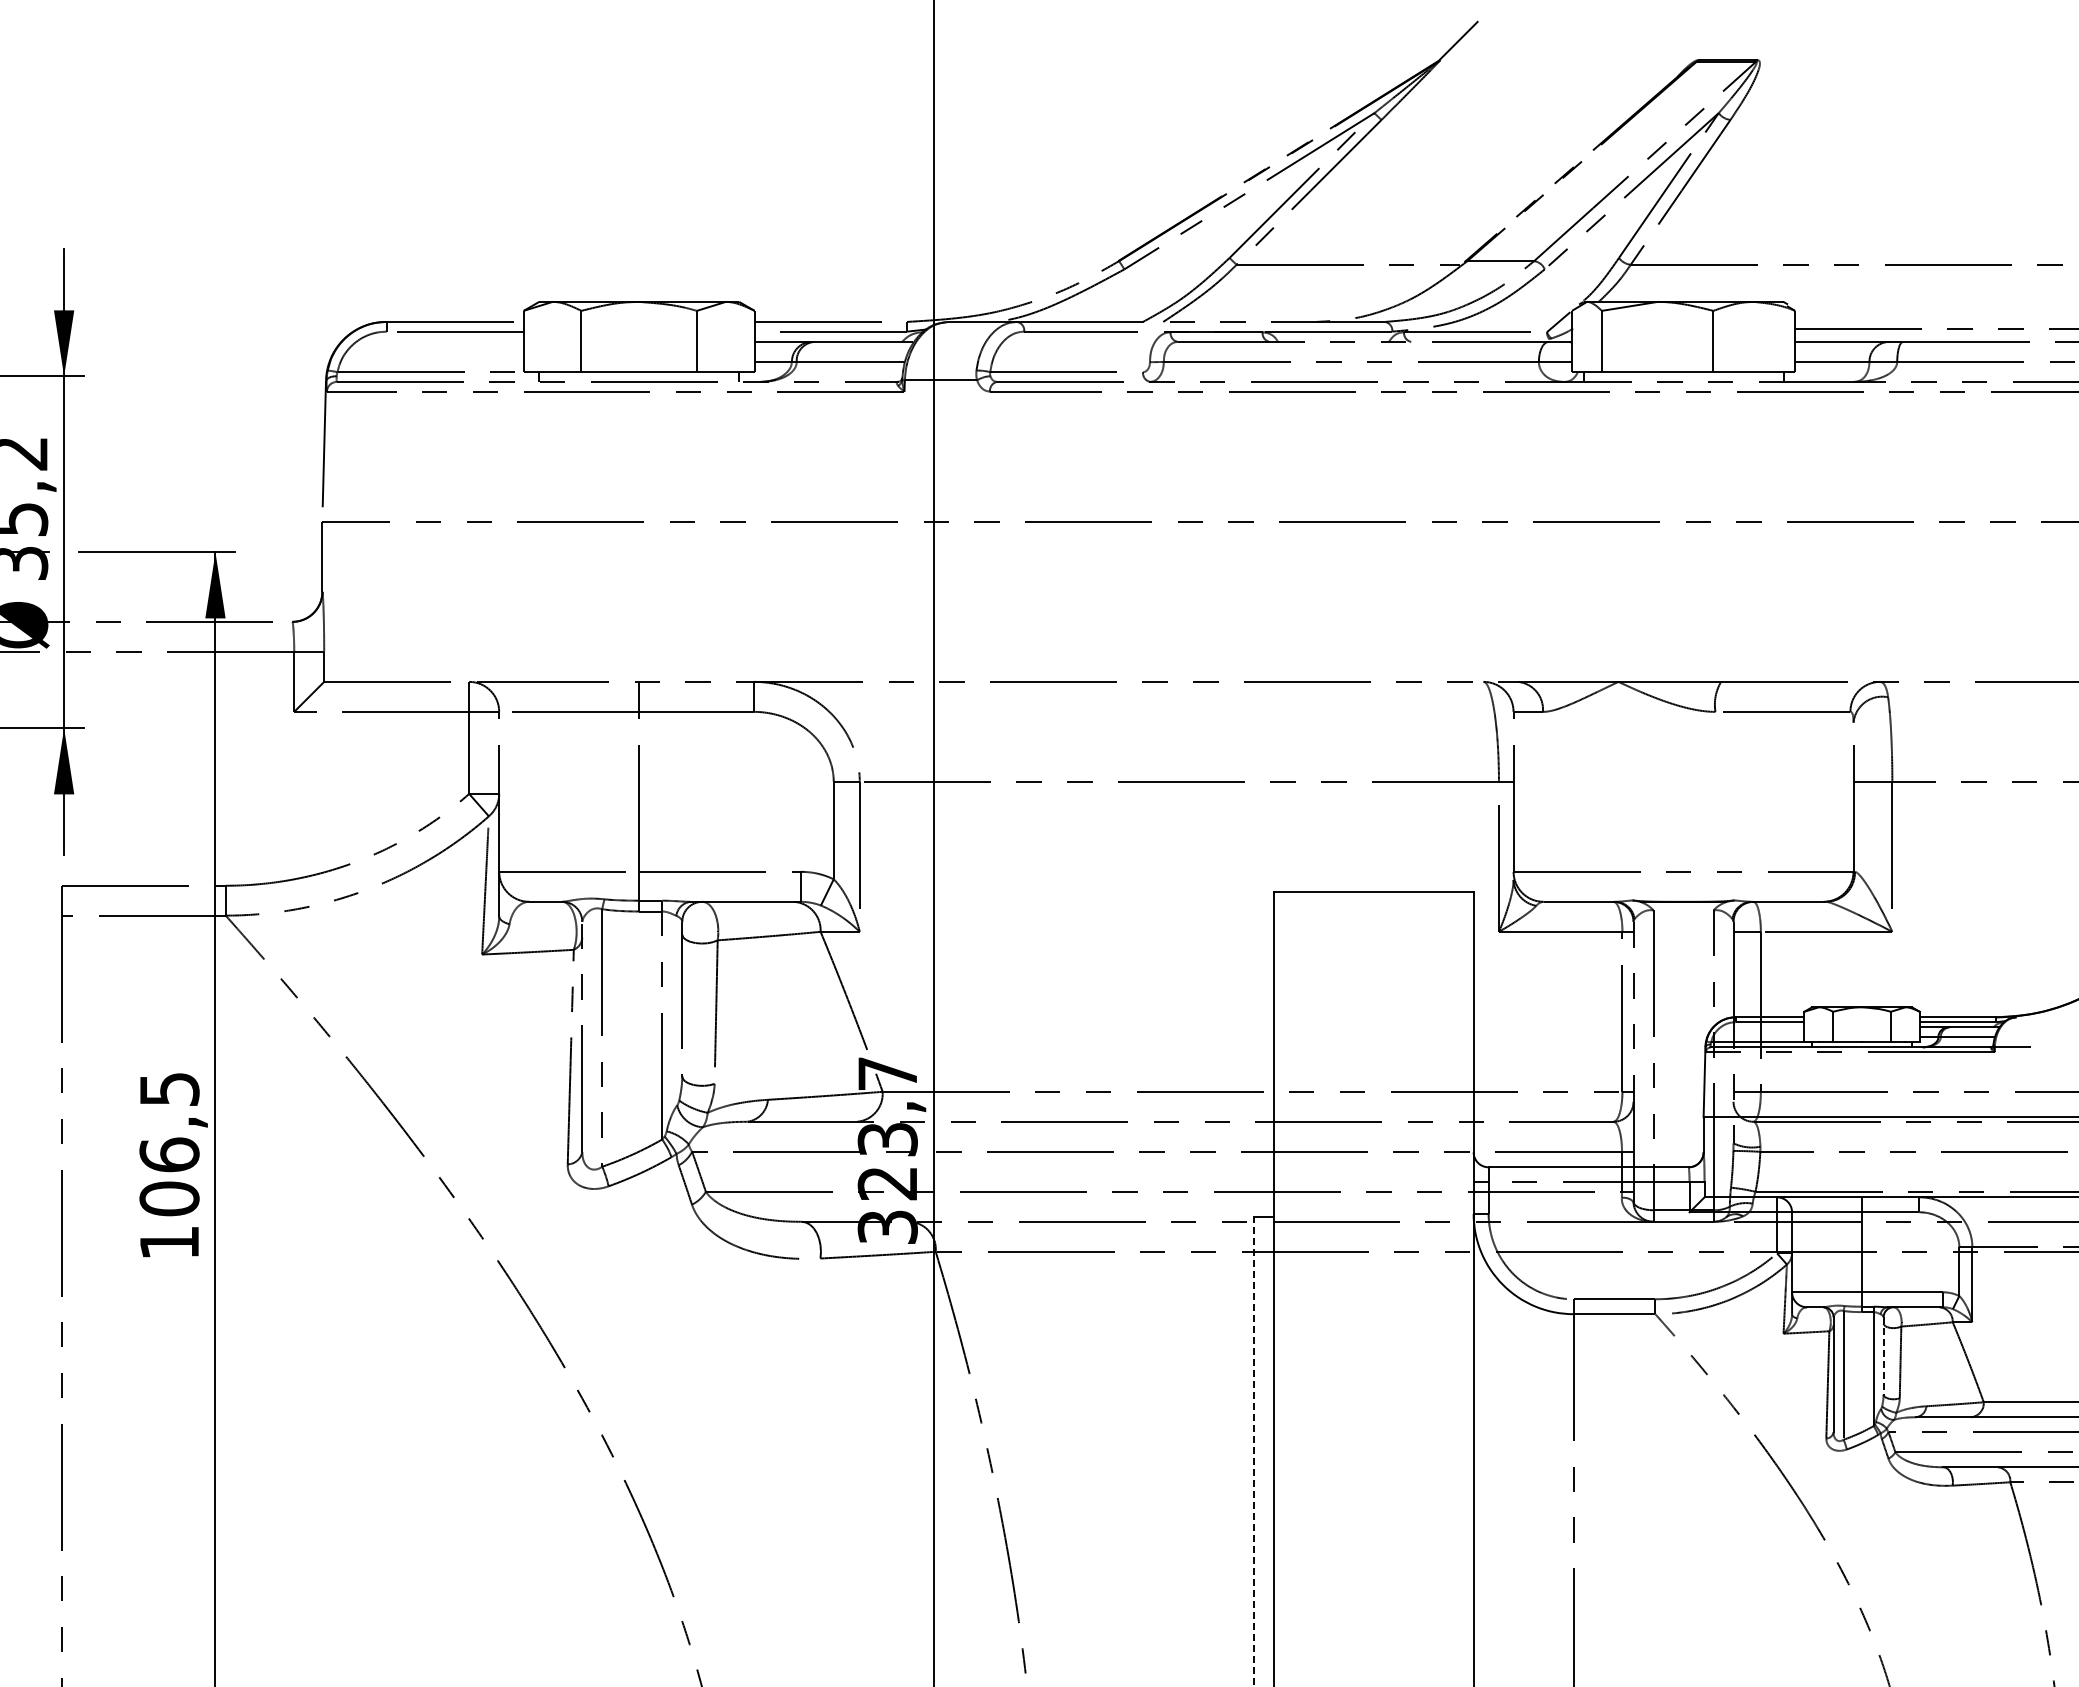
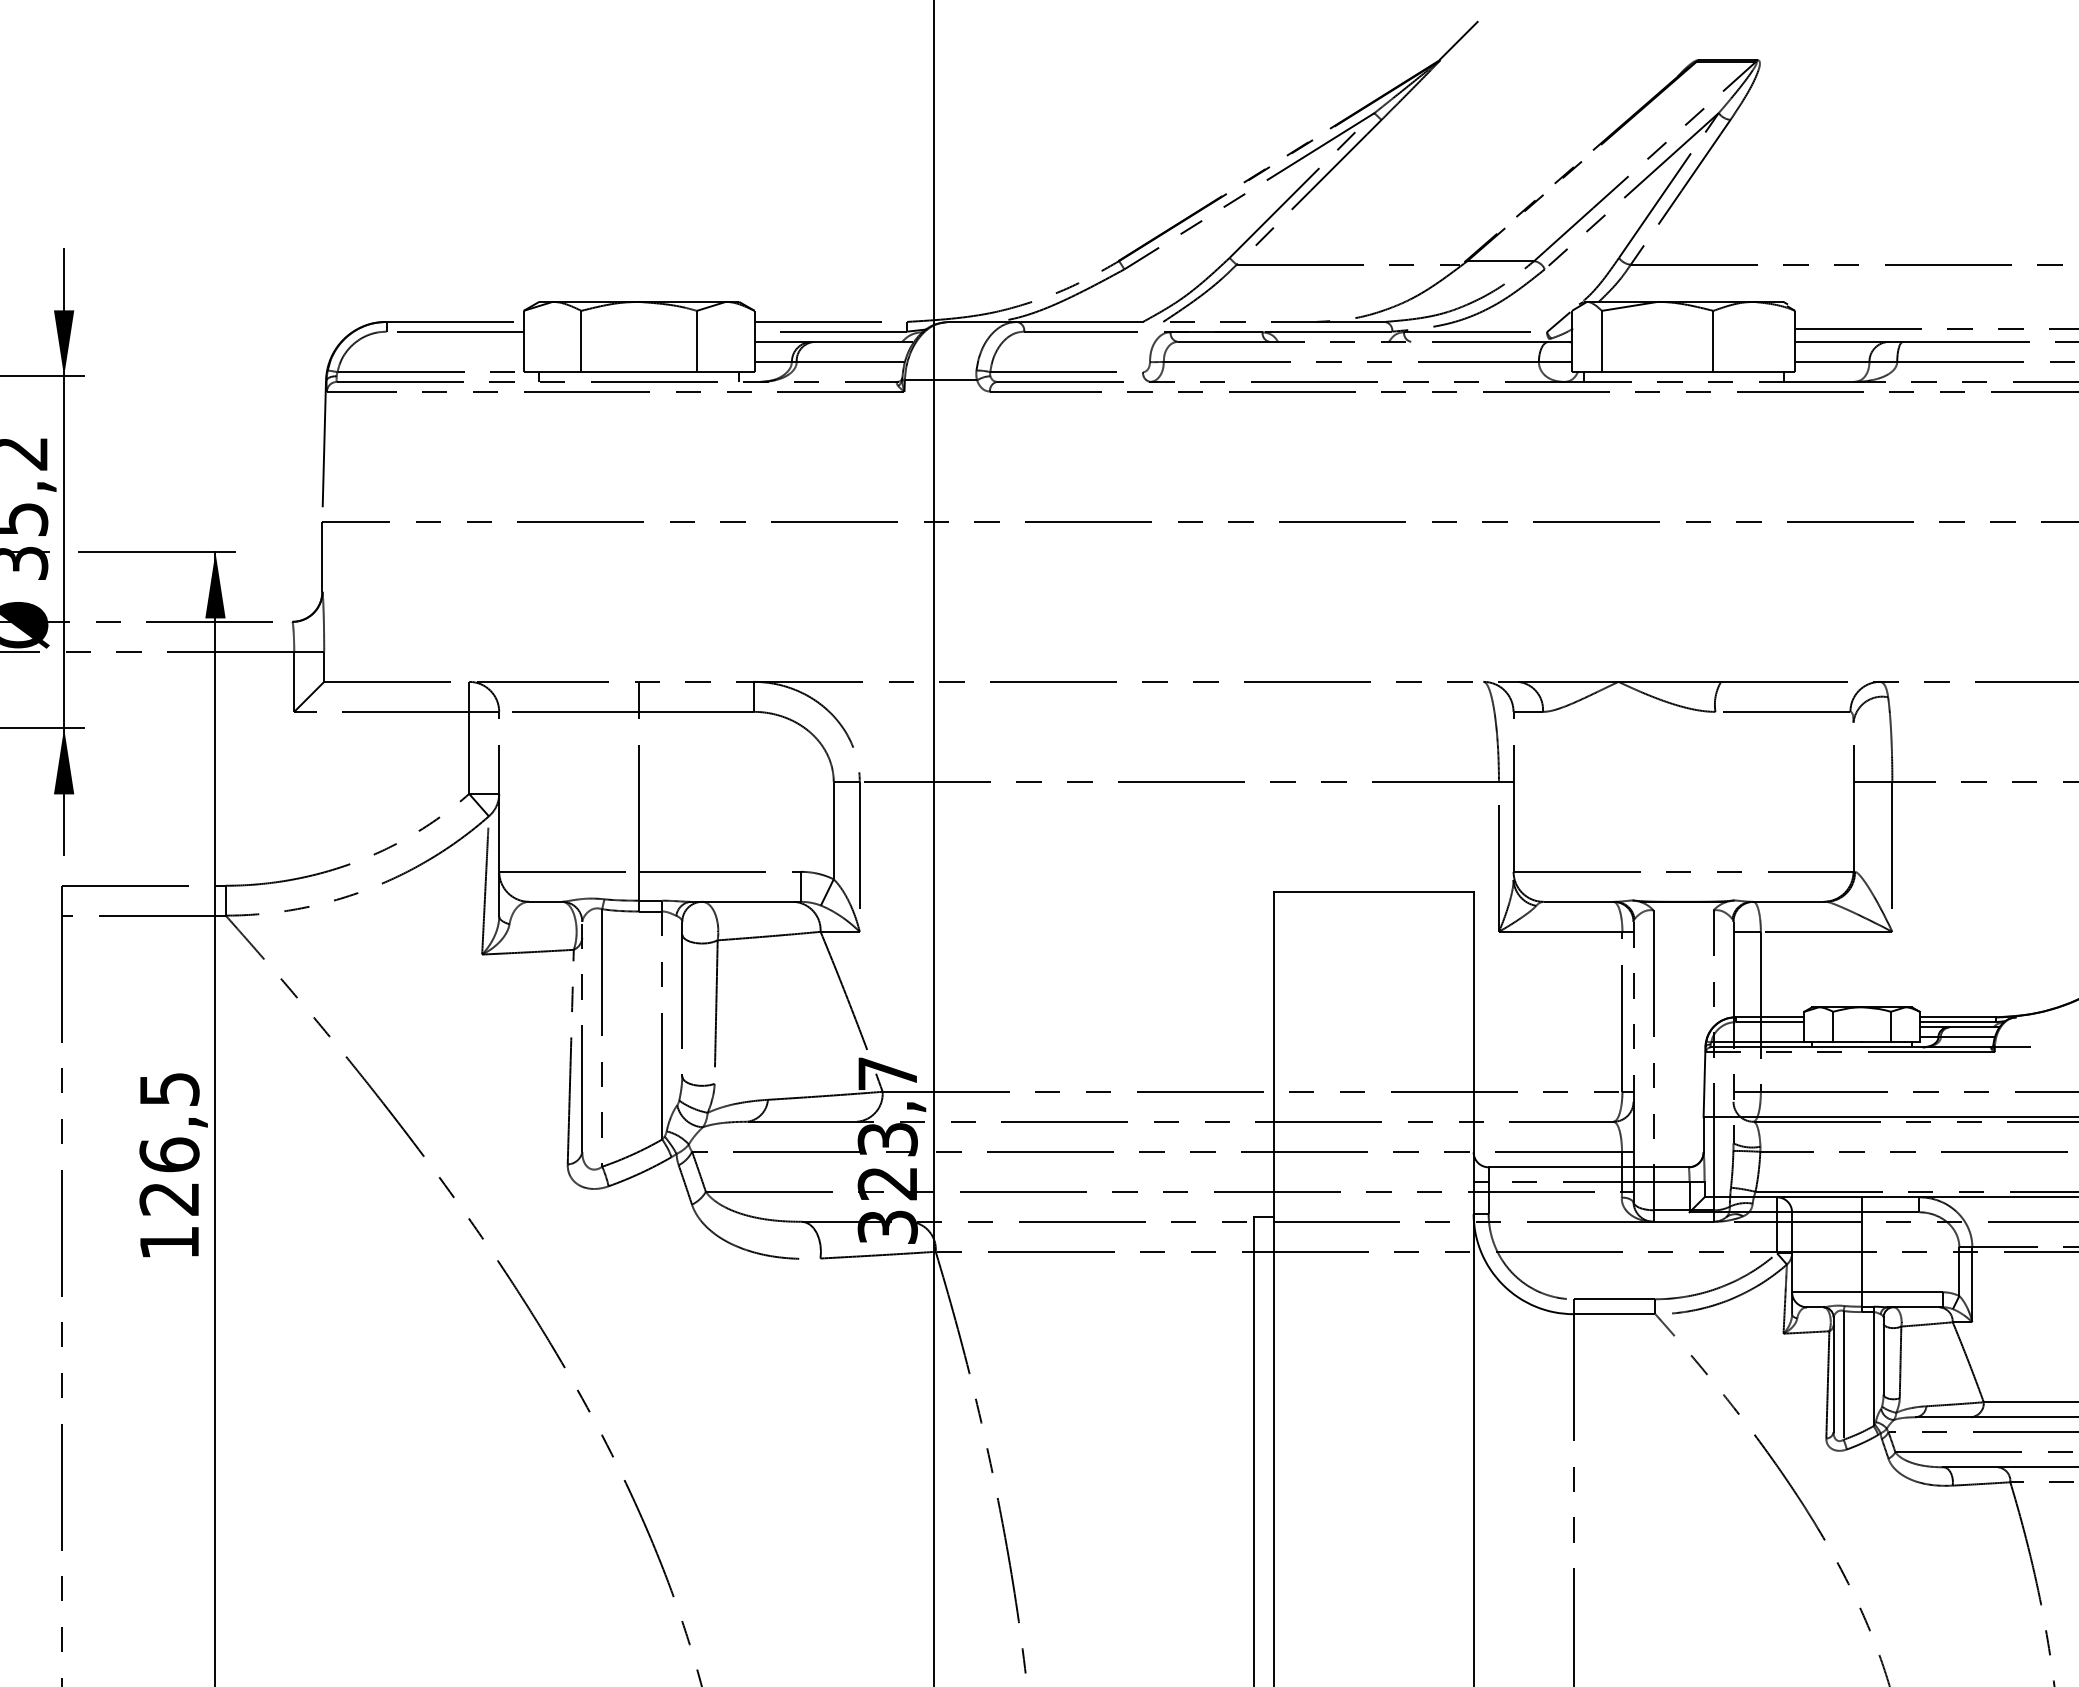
text at (169, 1198): 106,5 -> 126,5
line at (1883, 1355): dashed -> solid
line at (1253, 1451): dashed -> solid
